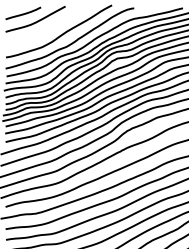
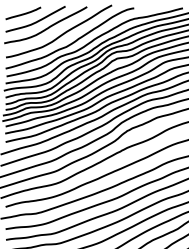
curve at (47, 27): none -> present
